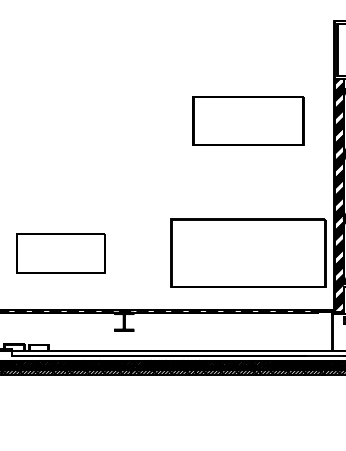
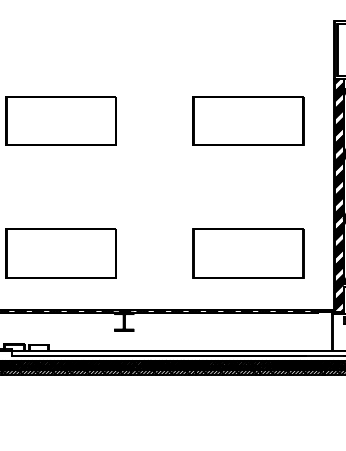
part at (60, 120): none -> present
part at (248, 252) size: 157x70 px -> 113x51 px
part at (60, 253) size: 90x41 px -> 112x51 px
